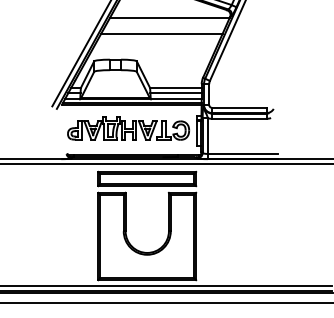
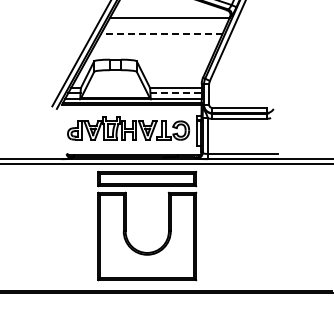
line at (161, 33): solid -> dashed
line at (176, 93): solid -> dashed
line at (166, 286): present -> none
line at (166, 302): present -> none
